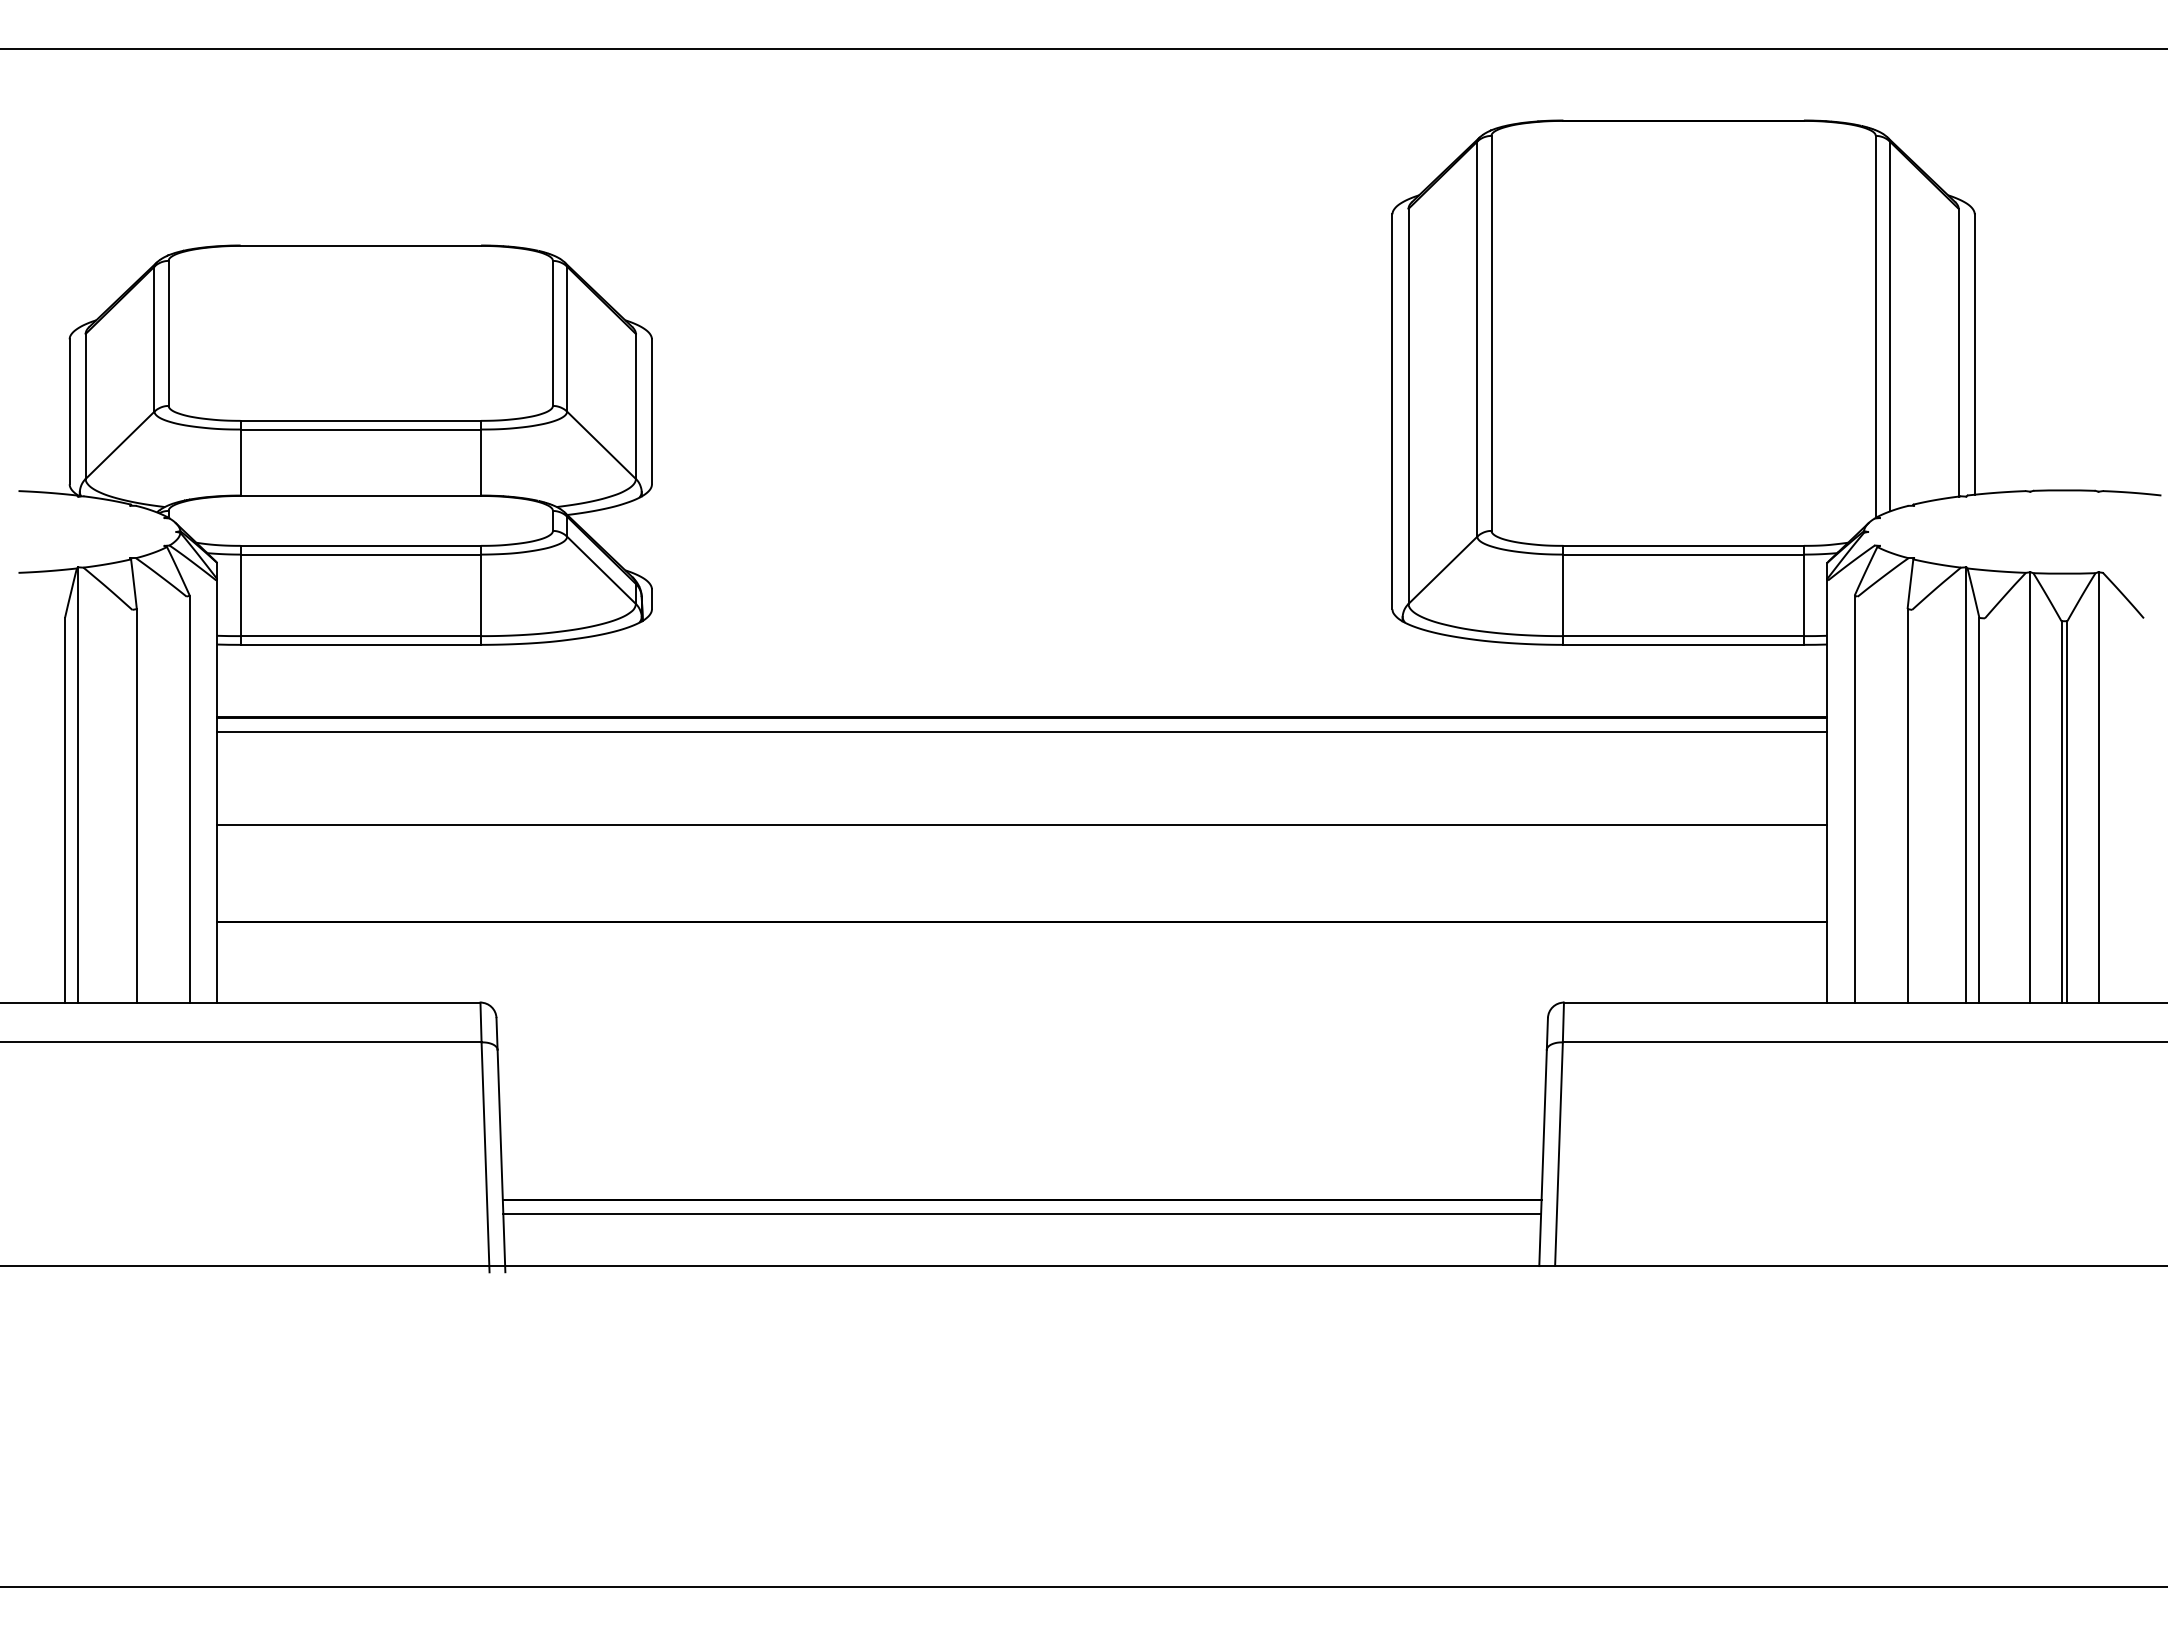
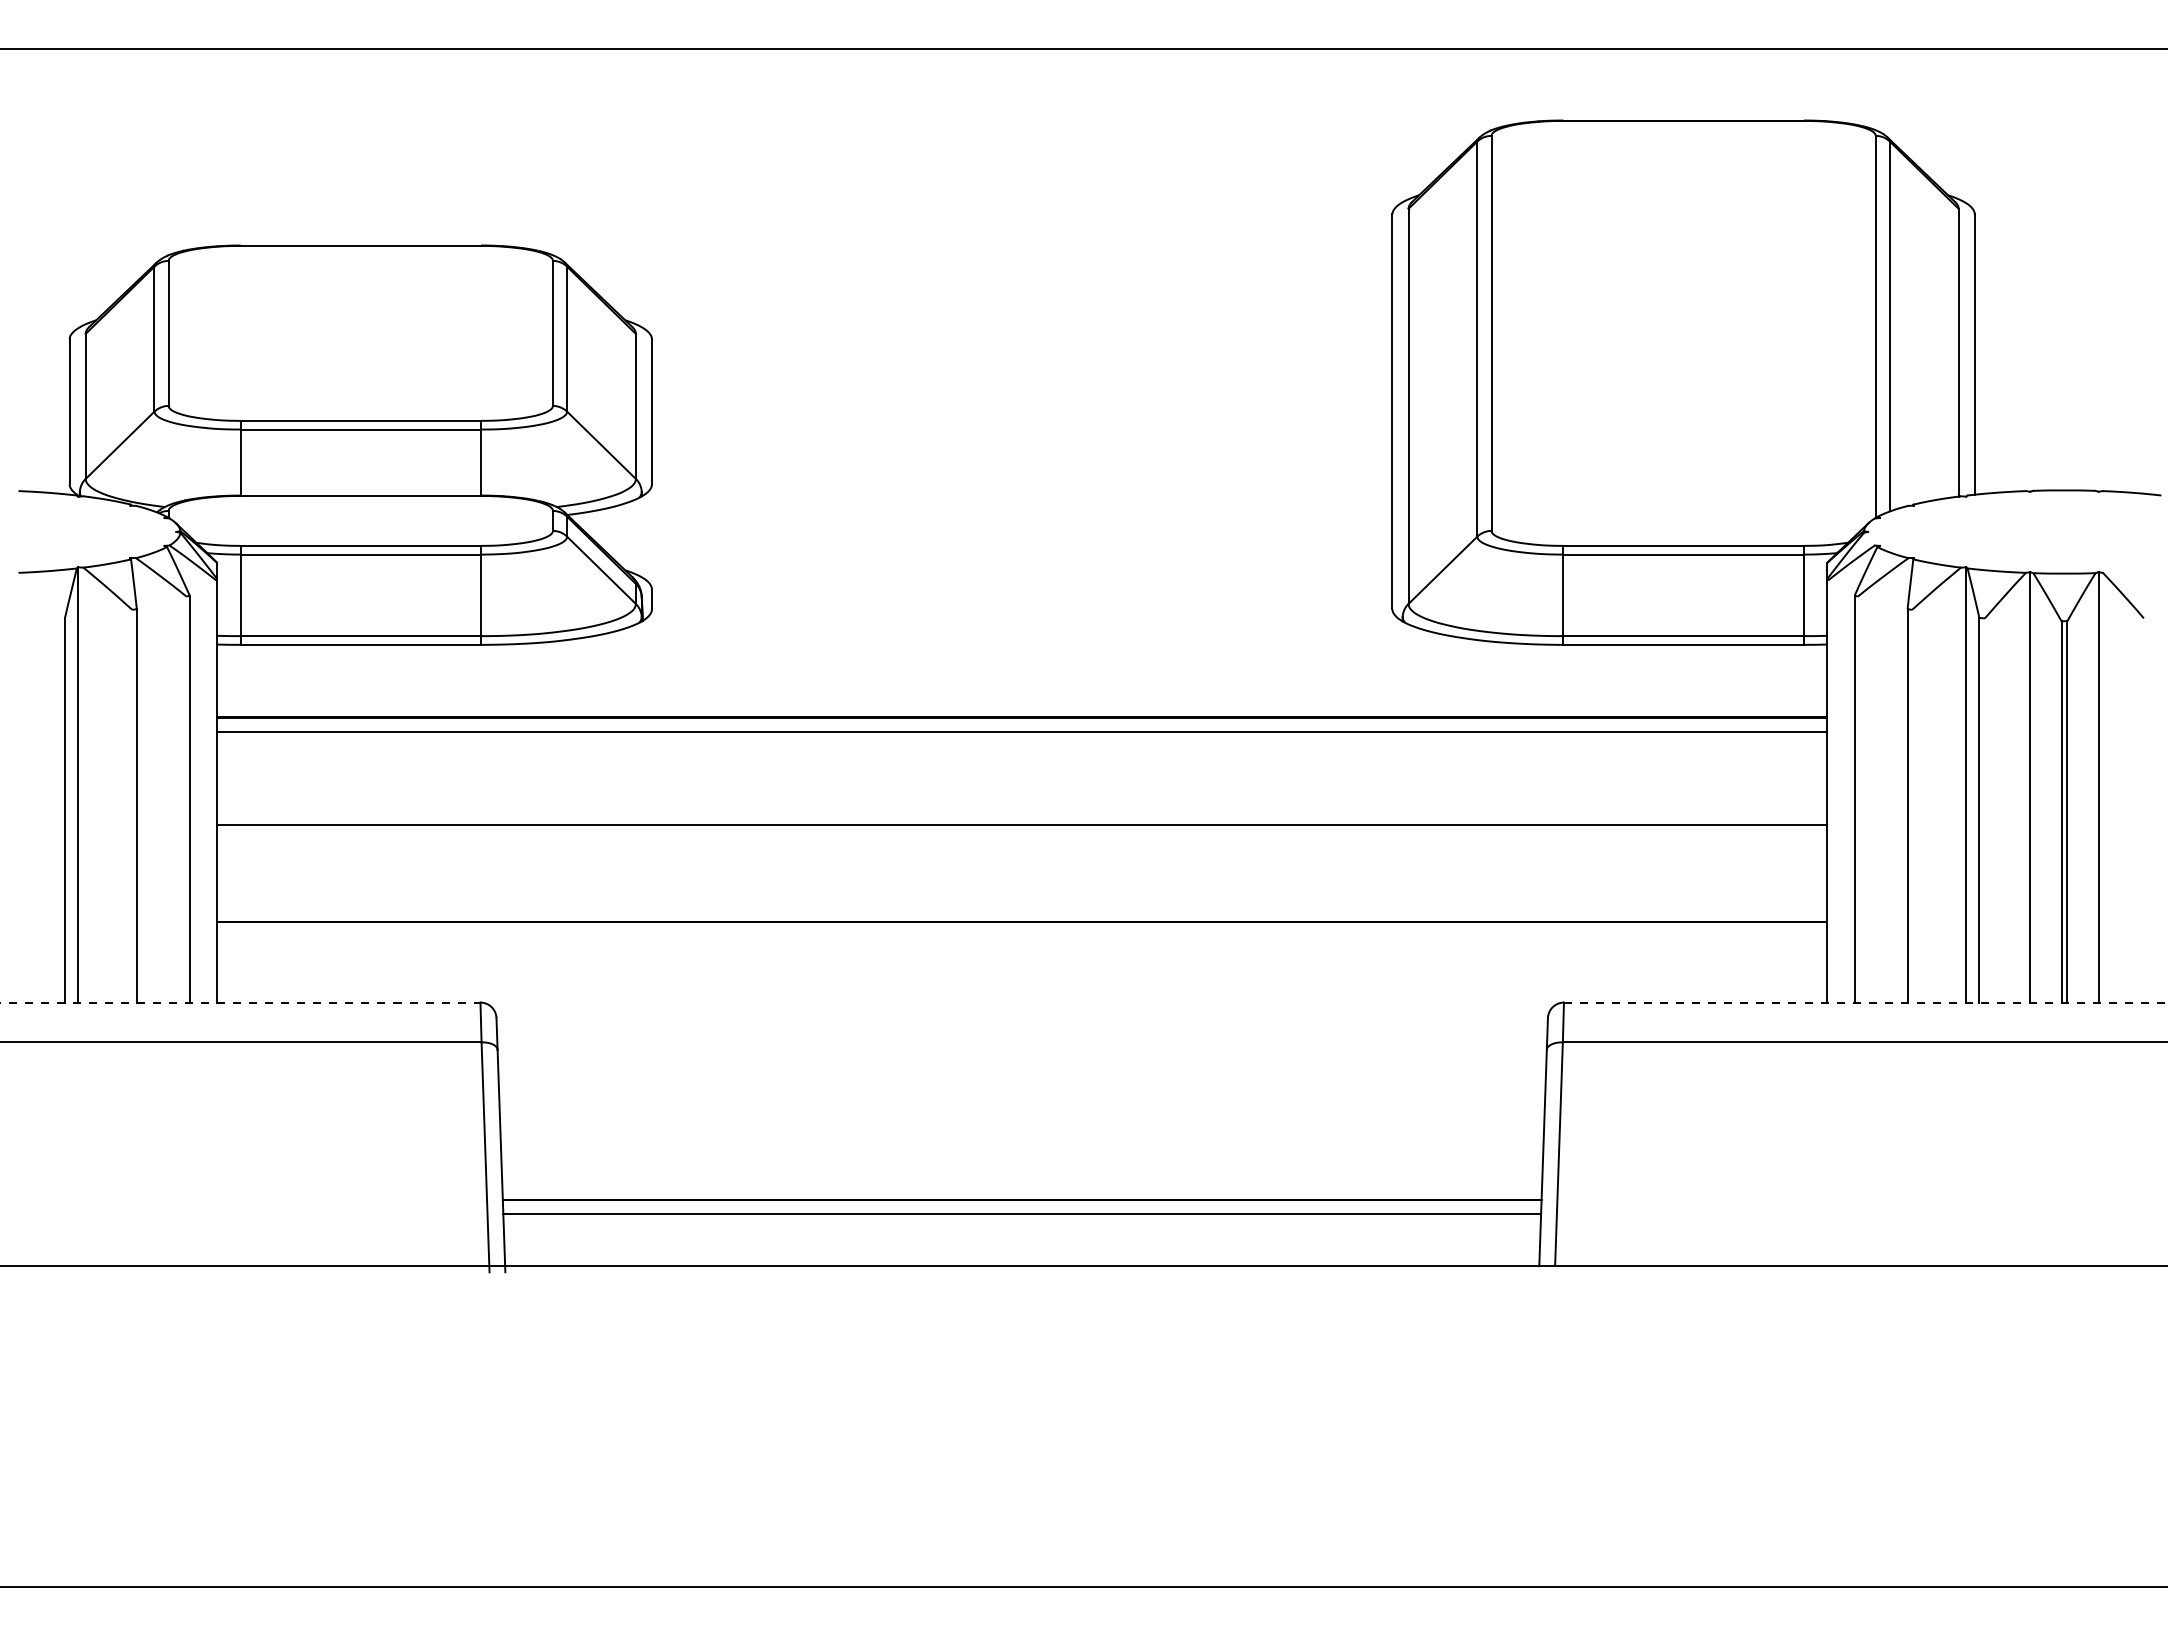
line at (240, 1002): solid -> dashed
line at (1865, 1002): solid -> dashed
